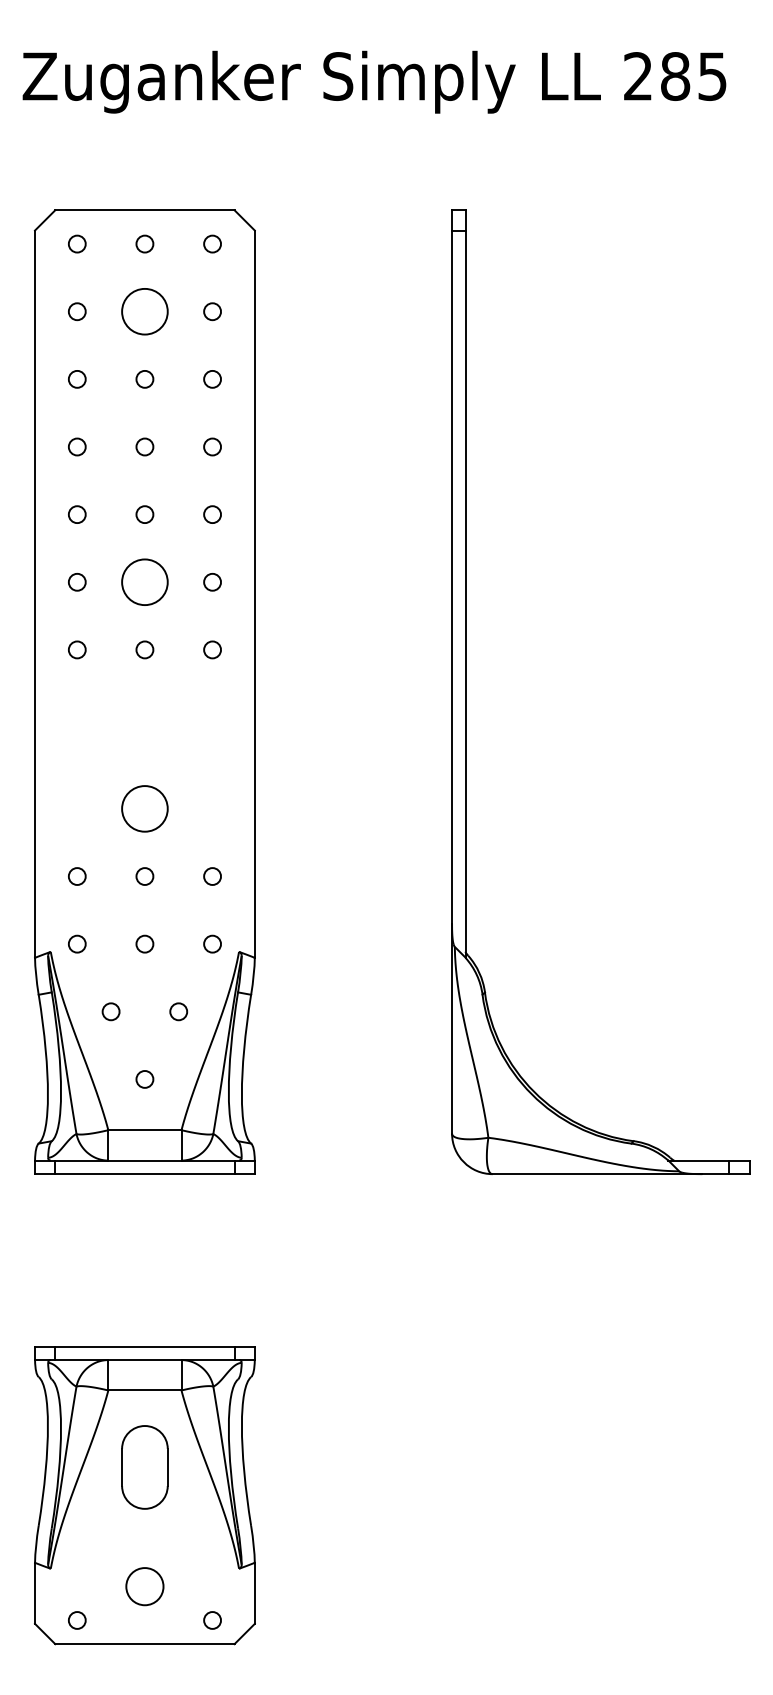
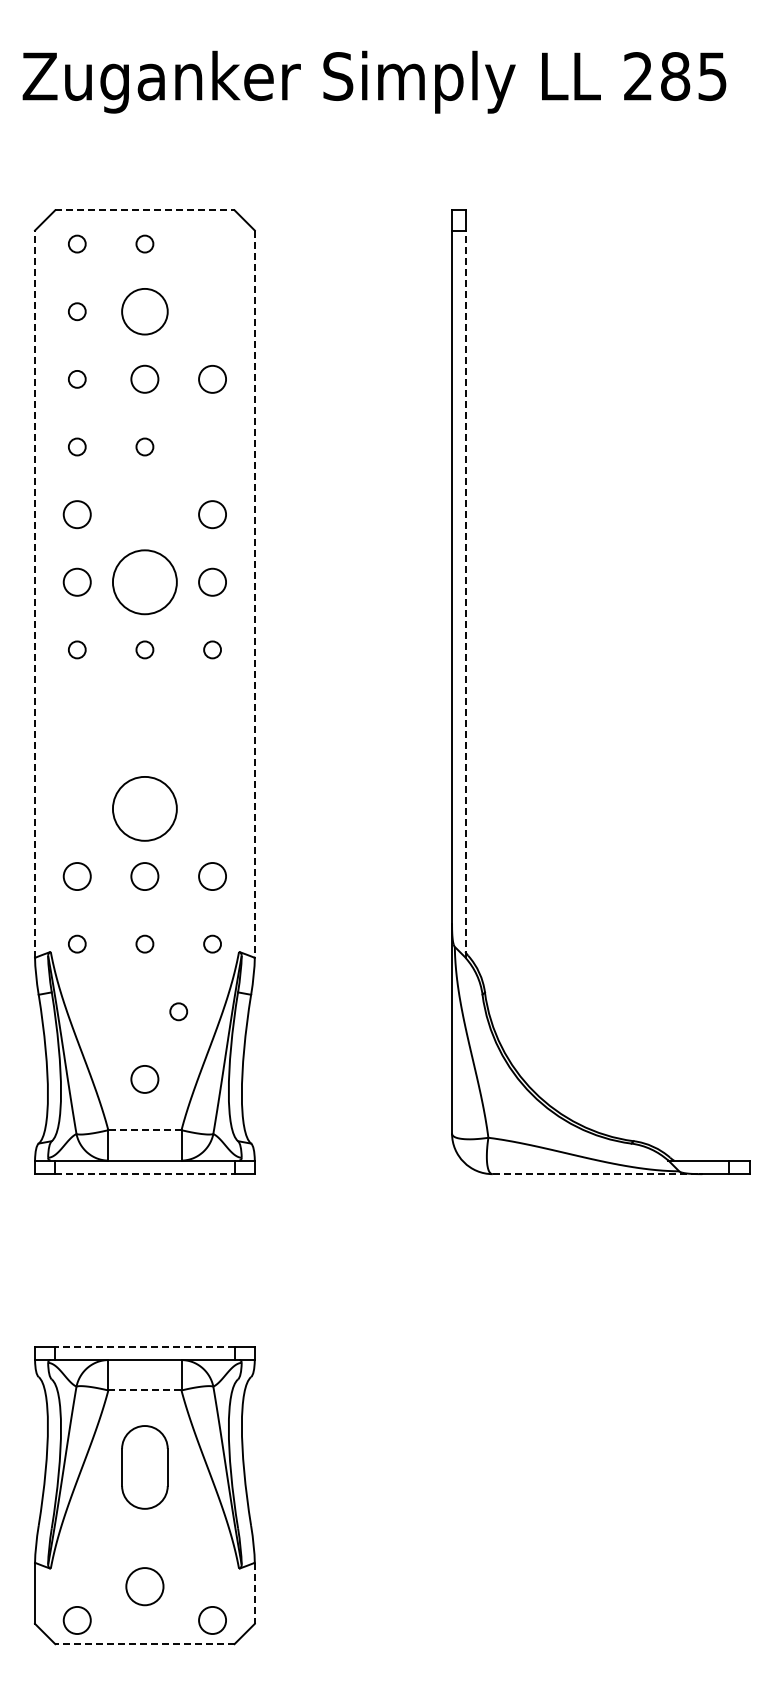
line at (144, 210): solid -> dashed
circle at (212, 243): present -> none
circle at (212, 311): present -> none
circle at (212, 378) diameter: 17 px -> 27 px
circle at (144, 379) size: 20x19 px -> 30x30 px
circle at (212, 446): present -> none
circle at (76, 514) diameter: 17 px -> 27 px
circle at (144, 514): present -> none
circle at (212, 514) diameter: 17 px -> 27 px
circle at (76, 581) diameter: 17 px -> 27 px
circle at (212, 581) diameter: 17 px -> 27 px
circle at (144, 582) diameter: 46 px -> 64 px
line at (35, 594): solid -> dashed
line at (254, 594): solid -> dashed
line at (465, 594): solid -> dashed
circle at (144, 808) diameter: 46 px -> 64 px
circle at (76, 876) diameter: 17 px -> 27 px
circle at (144, 876) size: 20x19 px -> 30x29 px
circle at (212, 876) diameter: 17 px -> 27 px
circle at (110, 1011): present -> none
circle at (144, 1079) size: 20x19 px -> 30x29 px
line at (144, 1130): solid -> dashed
line at (144, 1174): solid -> dashed
line at (596, 1174): solid -> dashed
line at (144, 1346): solid -> dashed
line at (144, 1390): solid -> dashed
line at (254, 1593): solid -> dashed
circle at (76, 1620) diameter: 17 px -> 27 px
circle at (212, 1620) diameter: 17 px -> 27 px
line at (144, 1644): solid -> dashed
